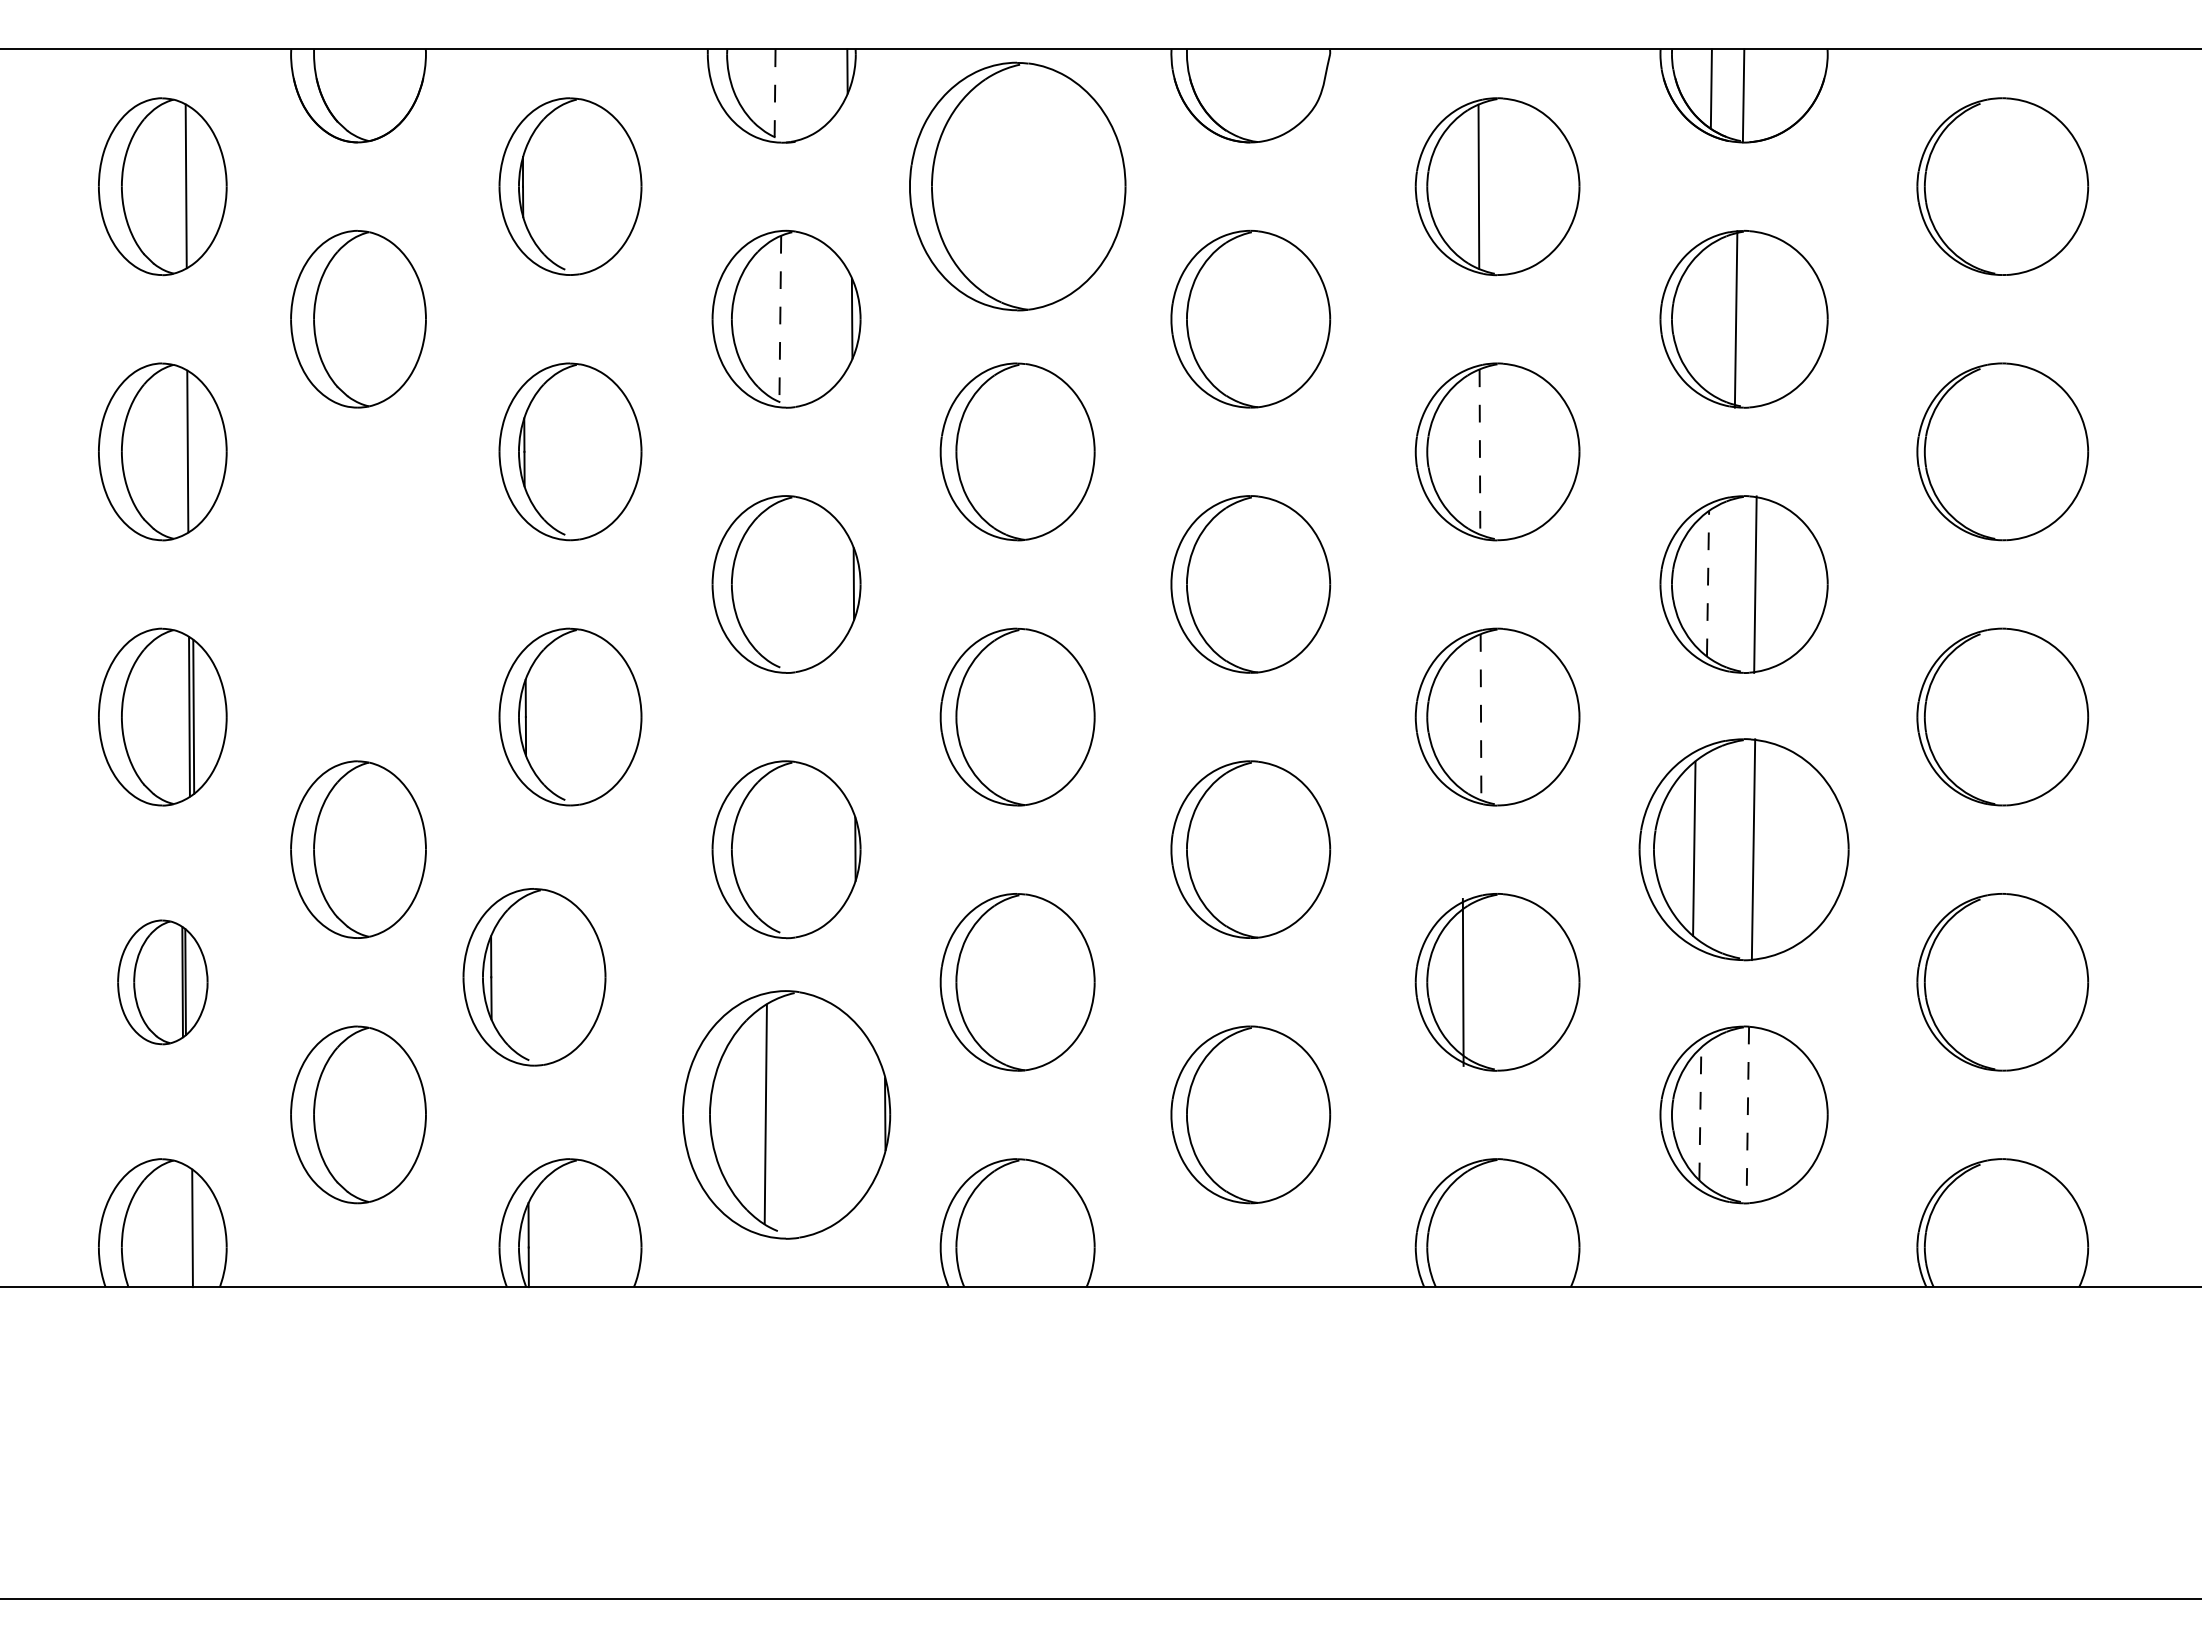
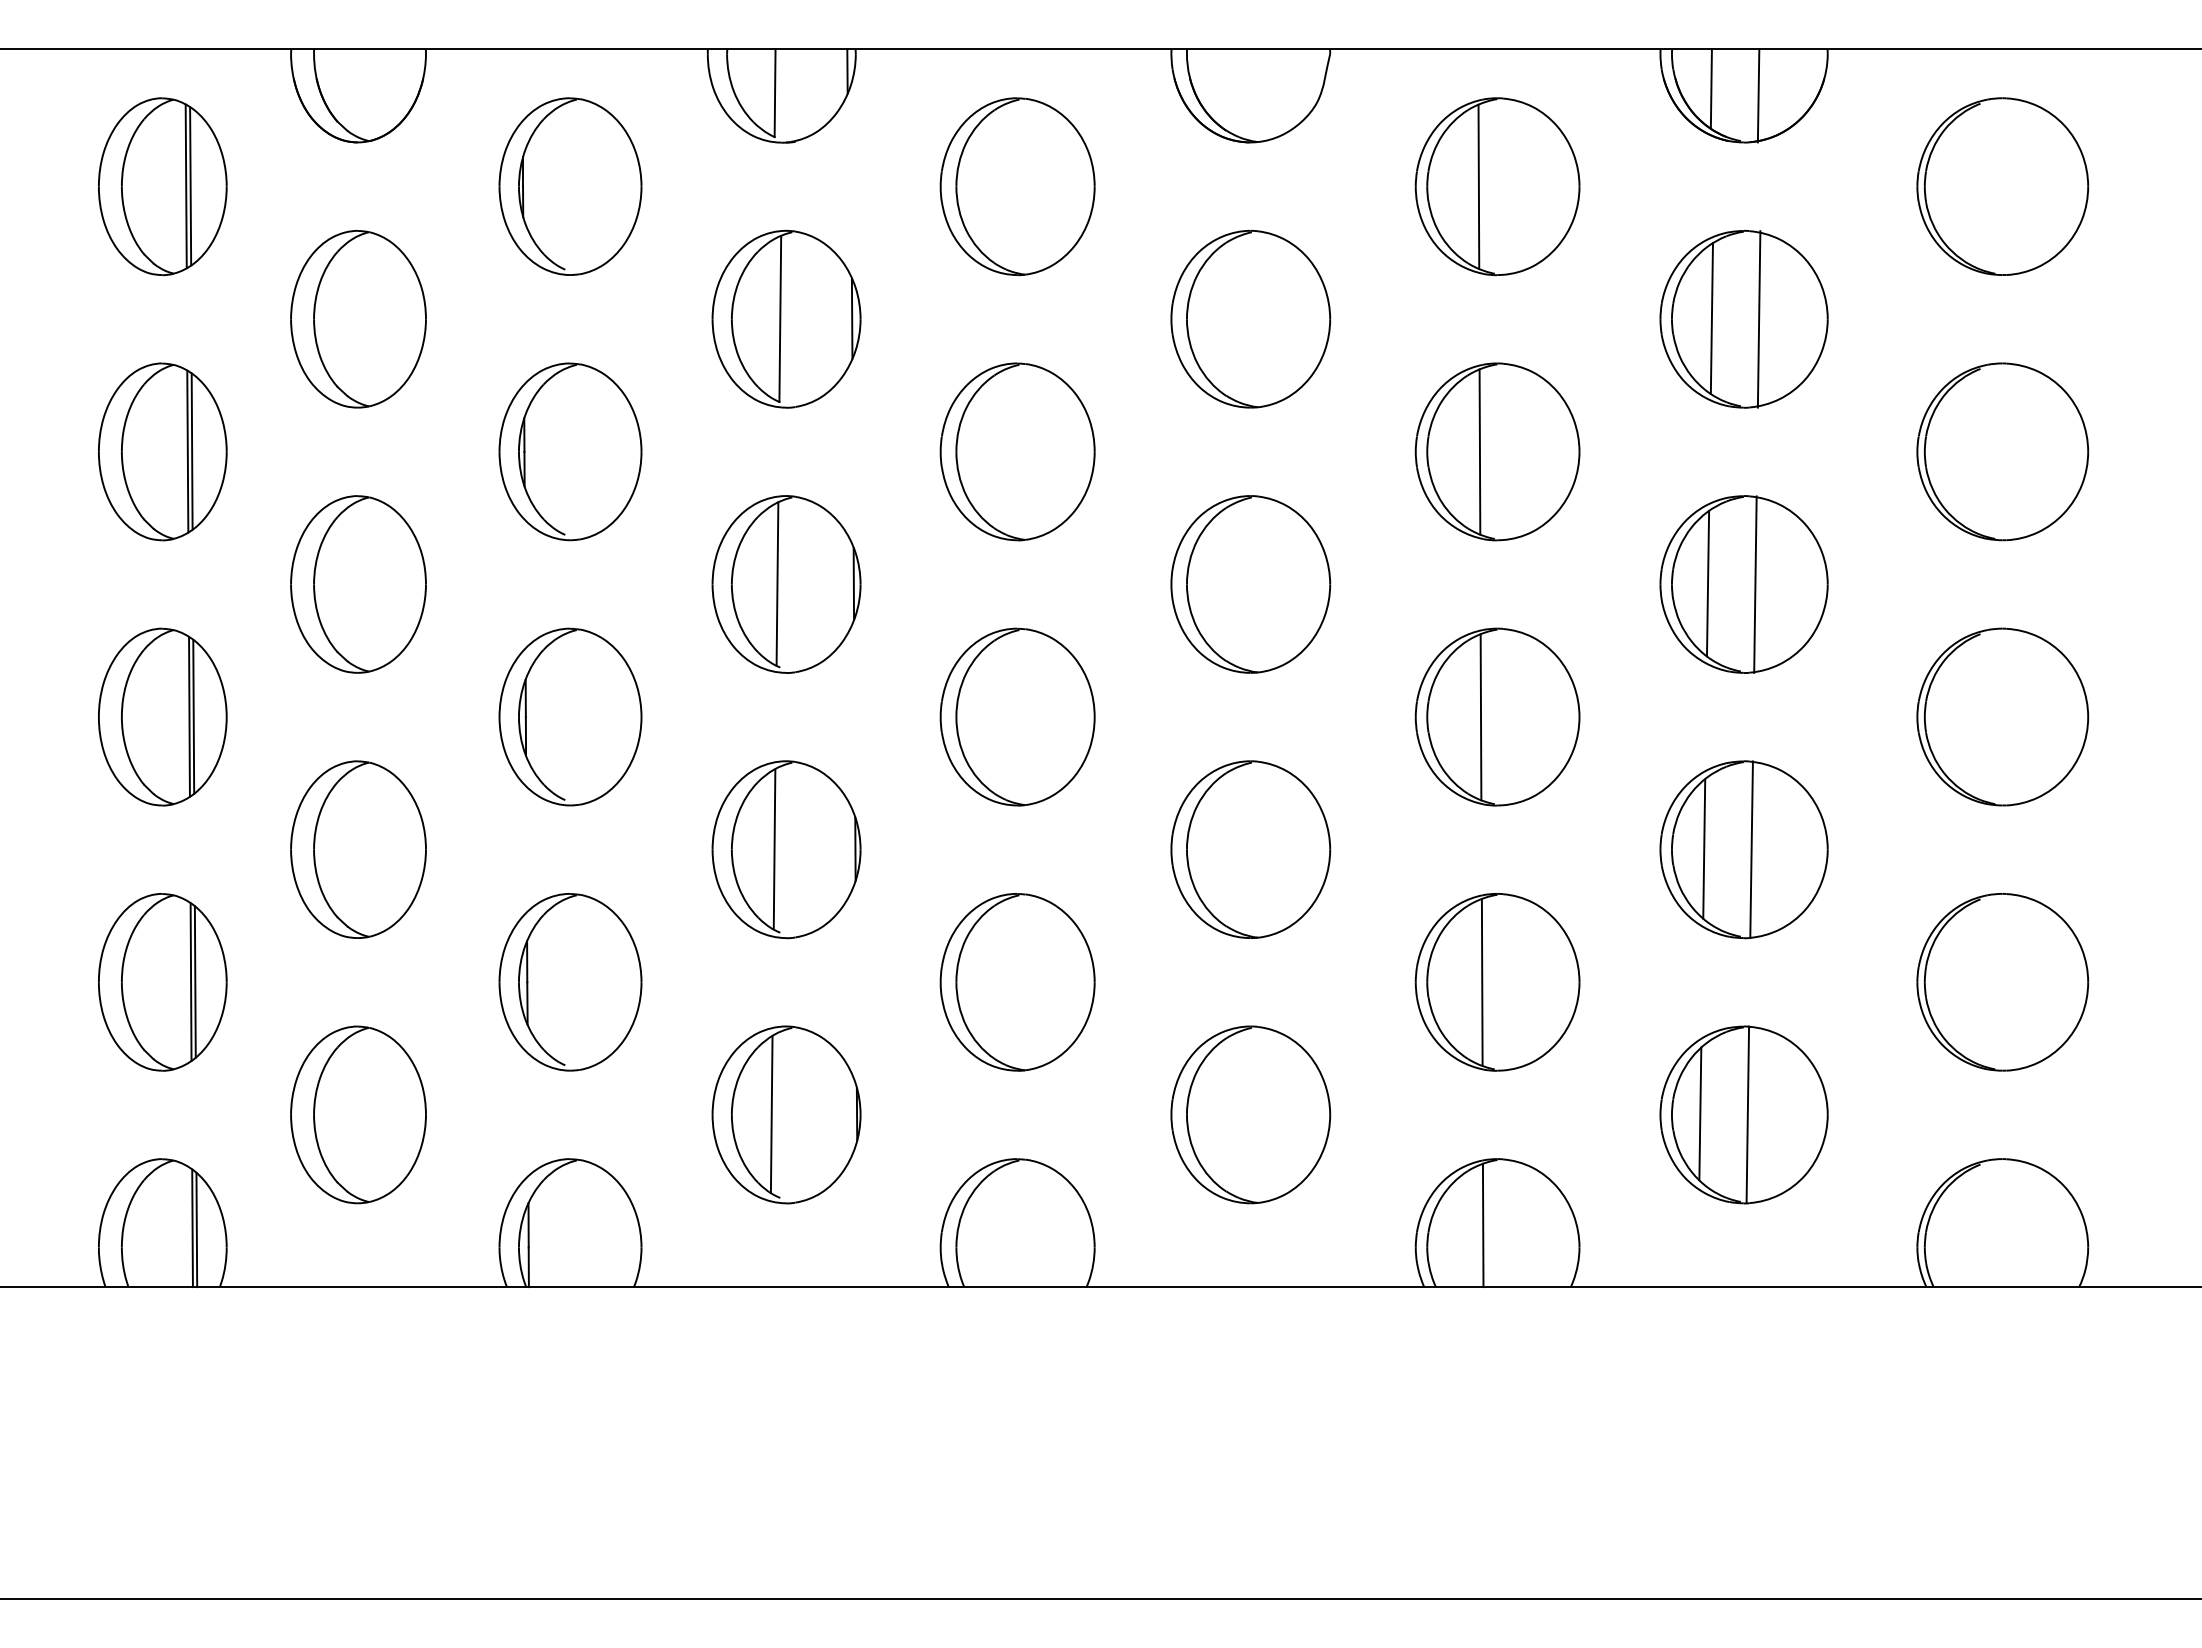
line at (775, 93): dashed -> solid
line at (1743, 95) position: (1743, 95) -> (1758, 95)
line at (190, 186): none -> present
part at (1017, 186) size: 218x251 px -> 157x180 px
line at (1711, 318): none -> present
line at (780, 319): dashed -> solid
line at (1735, 319) position: (1735, 319) -> (1758, 319)
line at (191, 451): none -> present
line at (1479, 452): dashed -> solid
line at (777, 583): none -> present
line at (1708, 583): dashed -> solid
part at (358, 584): none -> present
line at (1481, 717): dashed -> solid
line at (774, 849): none -> present
part at (1743, 849) size: 212x224 px -> 170x180 px
part at (534, 977) position: (534, 977) -> (570, 982)
part at (162, 982) size: 92x127 px -> 130x179 px
line at (1462, 982) position: (1462, 982) -> (1481, 982)
line at (1700, 1113): dashed -> solid
part at (786, 1114) size: 210x250 px -> 151x180 px
line at (1747, 1115): dashed -> solid
line at (1482, 1225): none -> present
line at (196, 1230): none -> present
